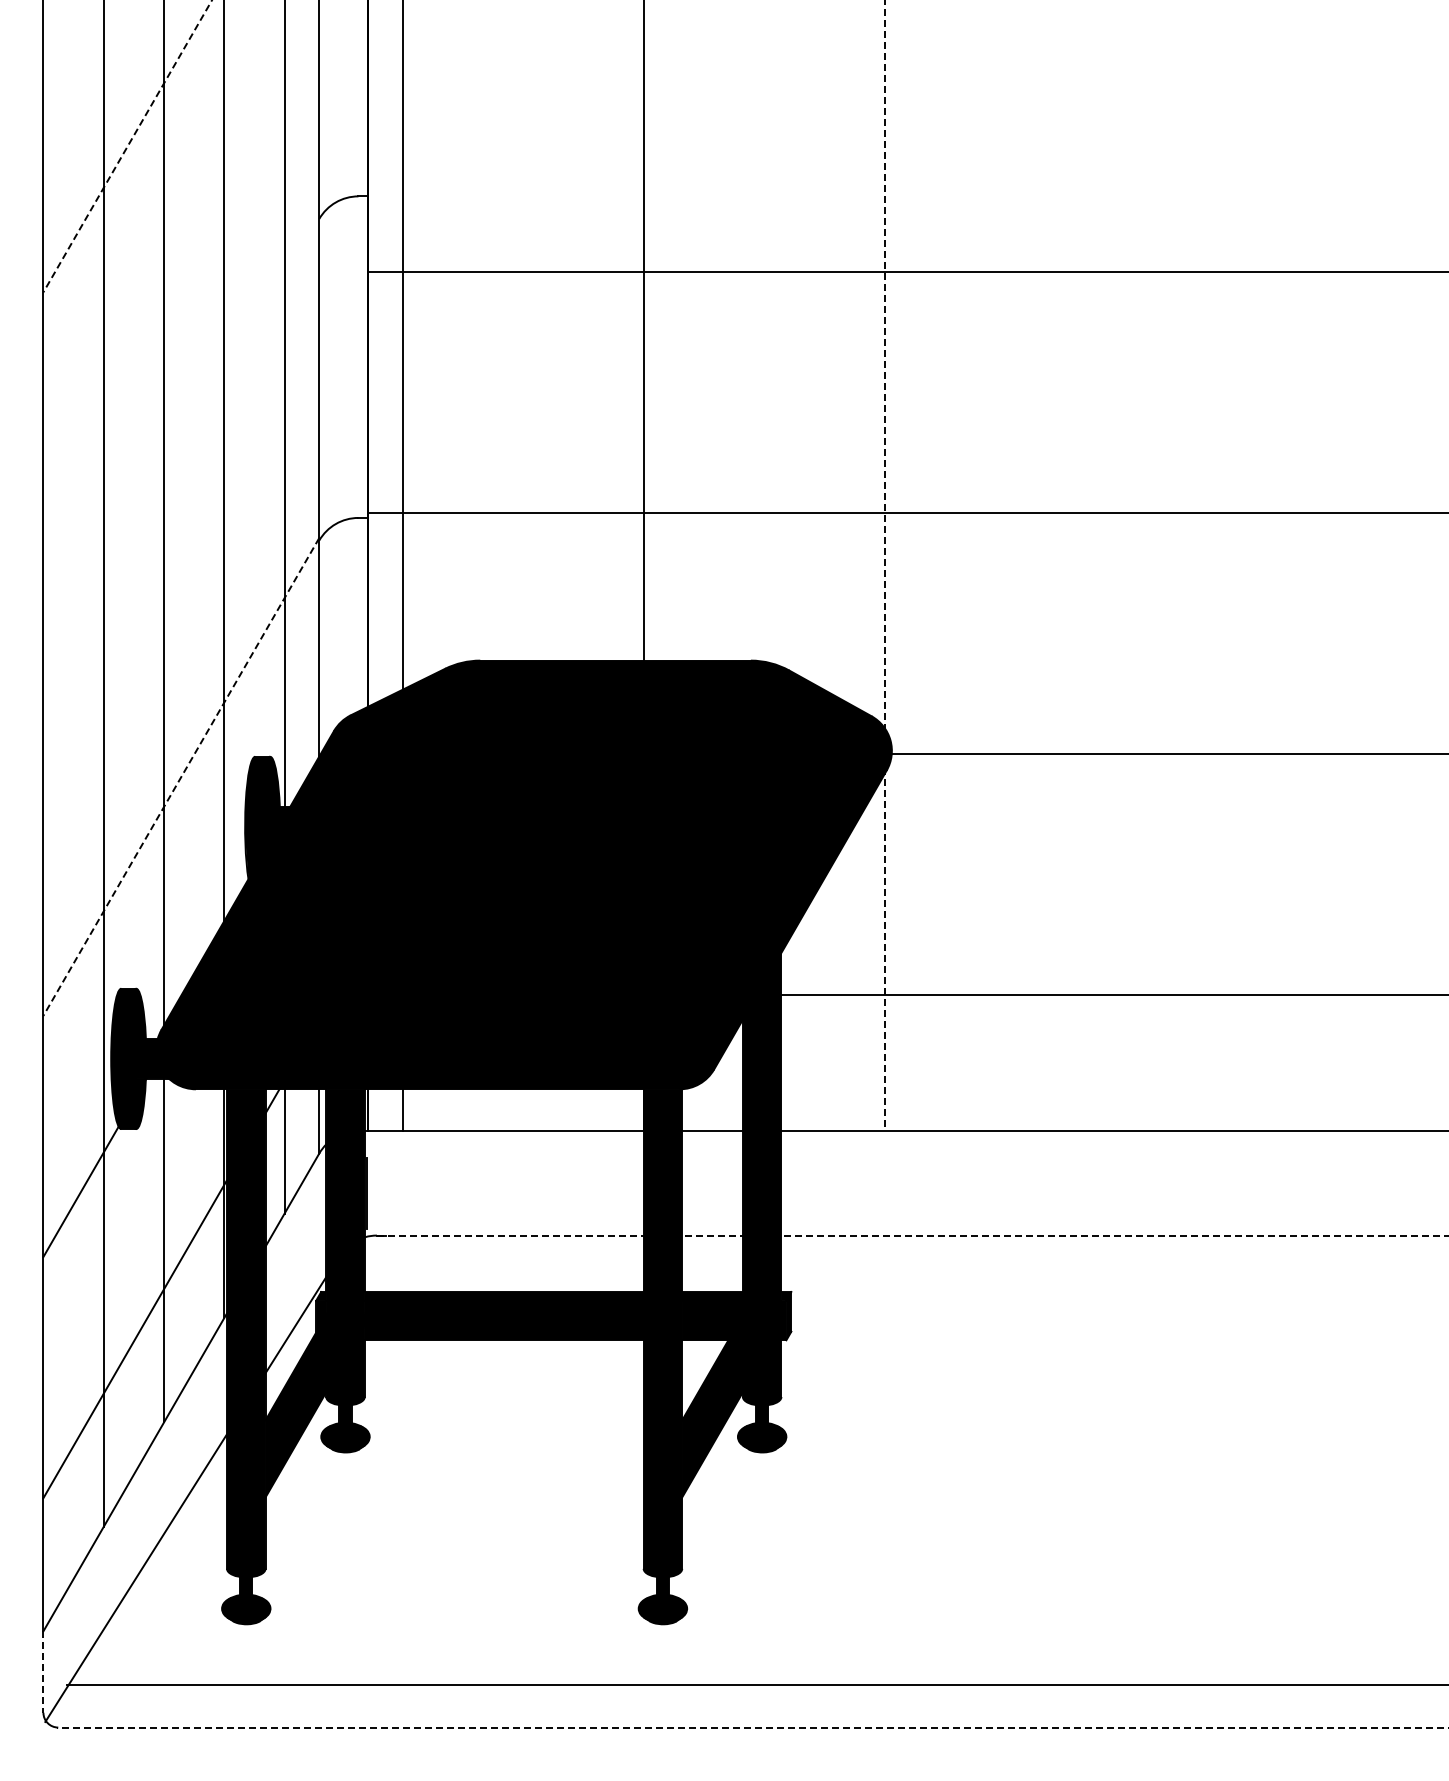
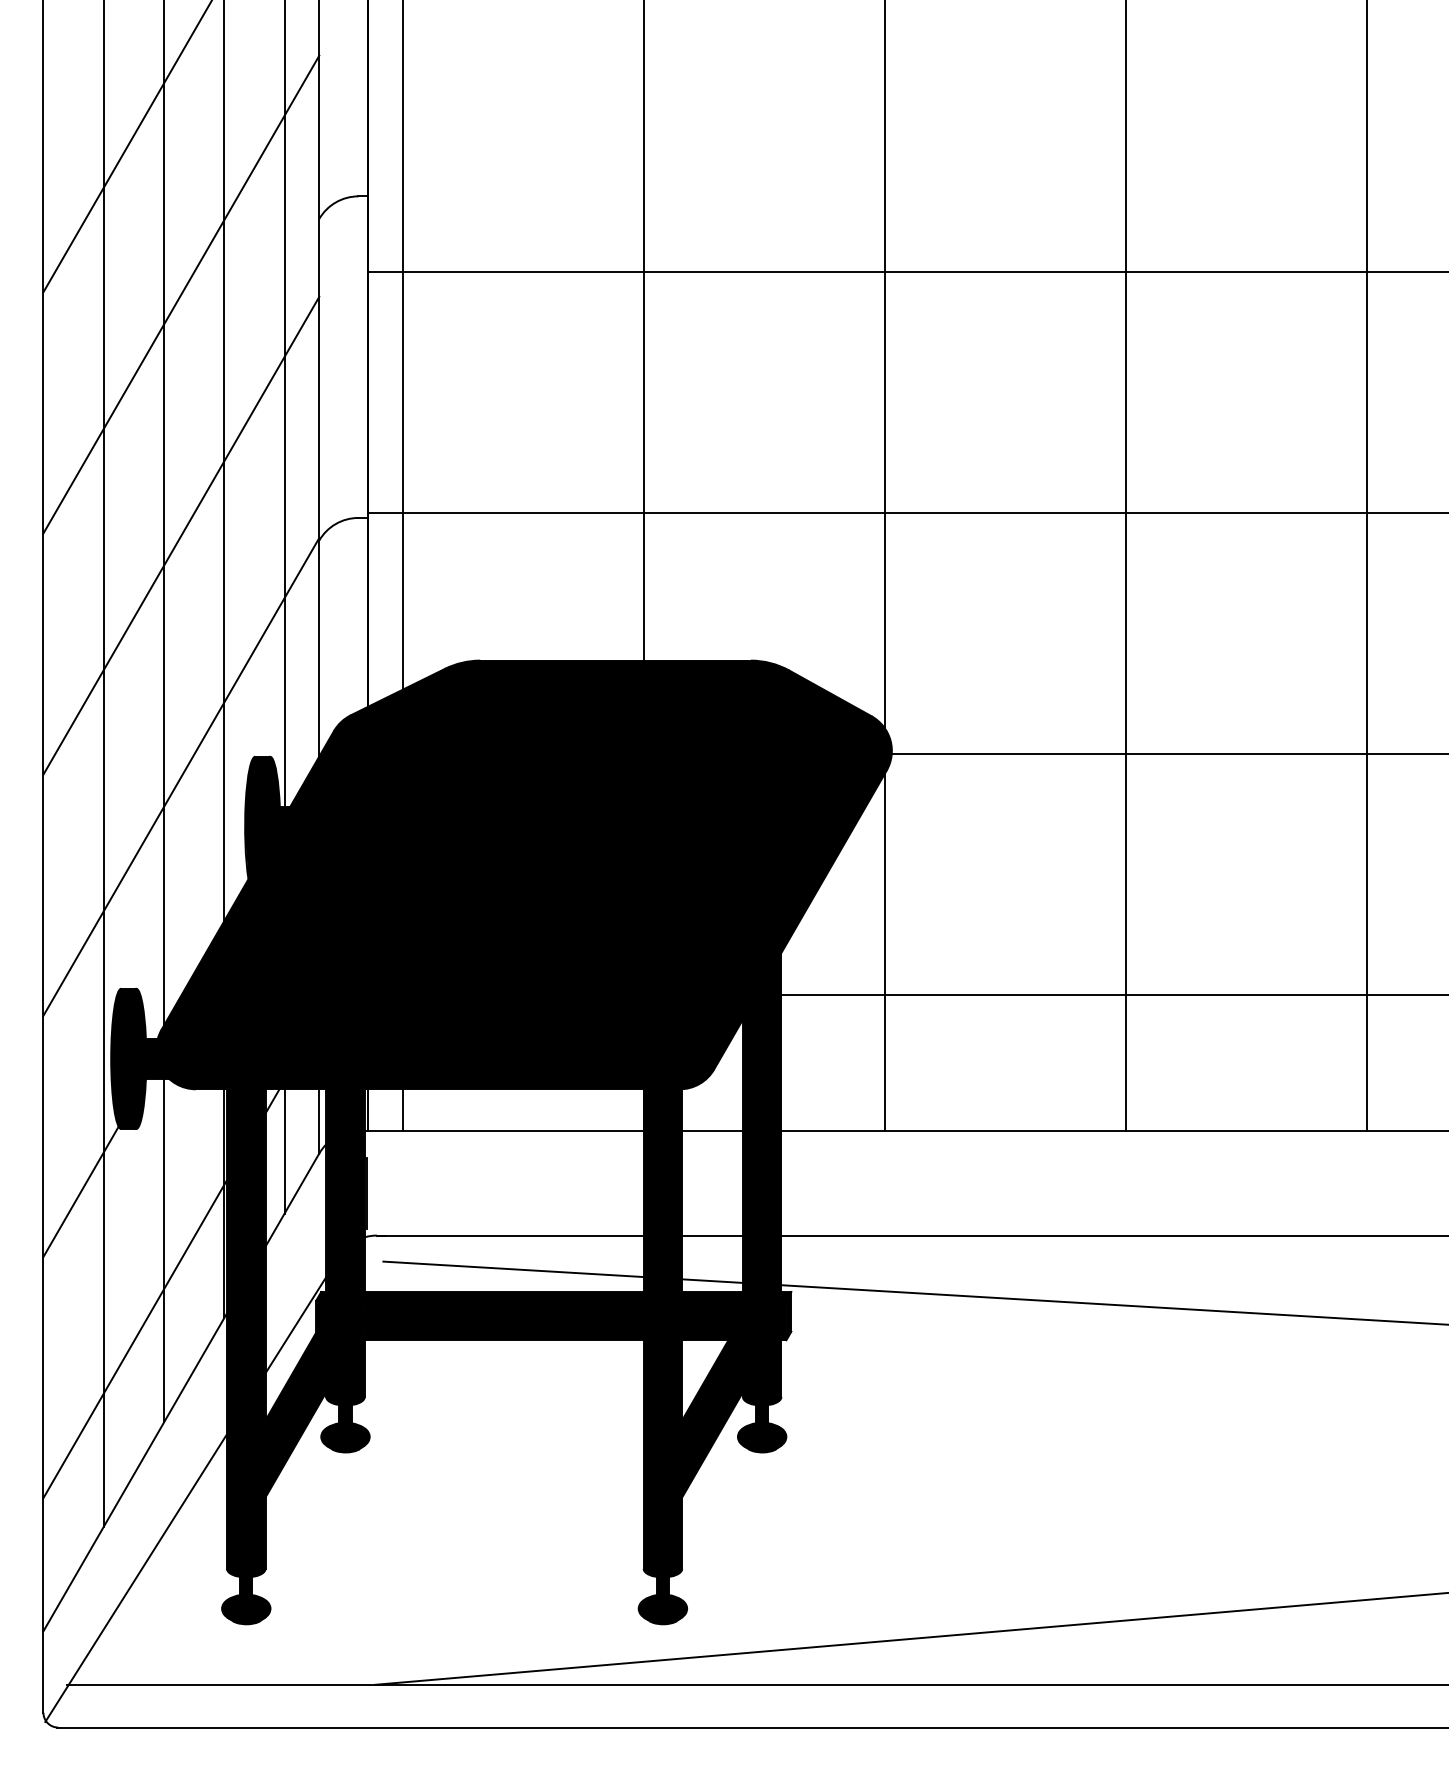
line at (127, 146): dashed -> solid
line at (181, 294): none -> present
line at (181, 535): none -> present
line at (885, 566): dashed -> solid
line at (1126, 566): none -> present
line at (1367, 566): none -> present
line at (181, 776): dashed -> solid
line at (912, 1235): dashed -> solid
line at (914, 1292): none -> present
line at (910, 1638): none -> present
line at (43, 1672): dashed -> solid
line at (752, 1727): dashed -> solid
